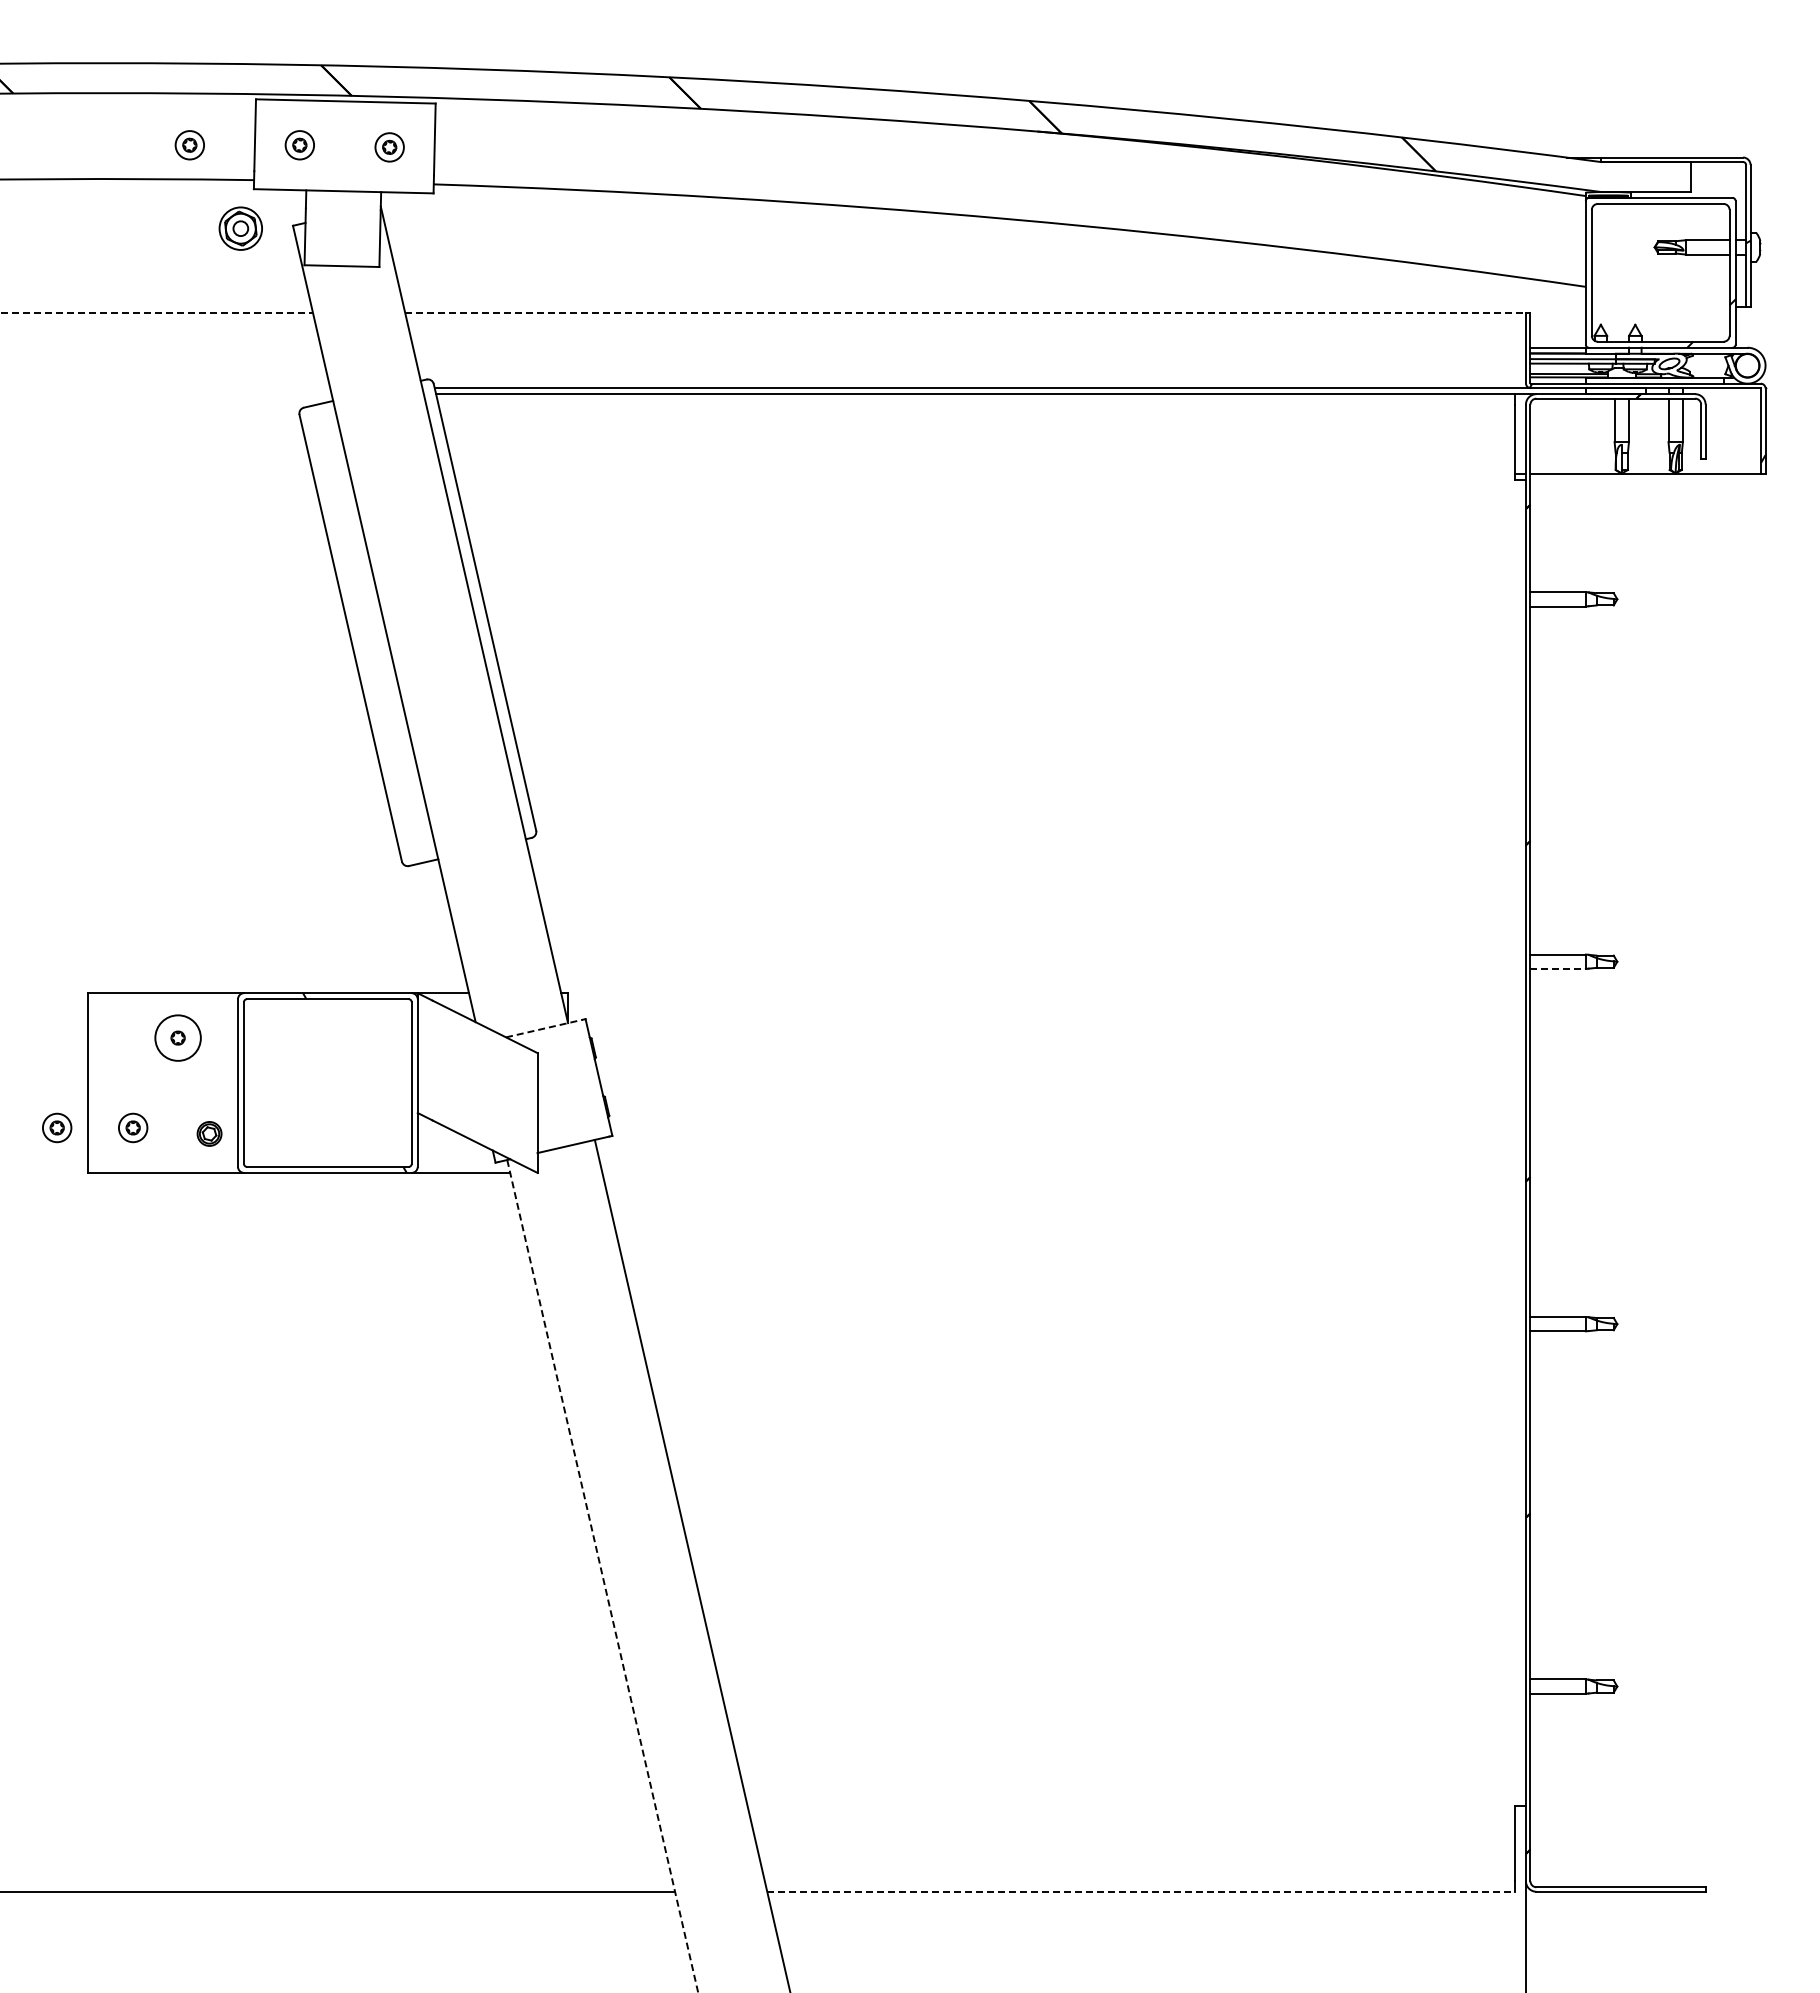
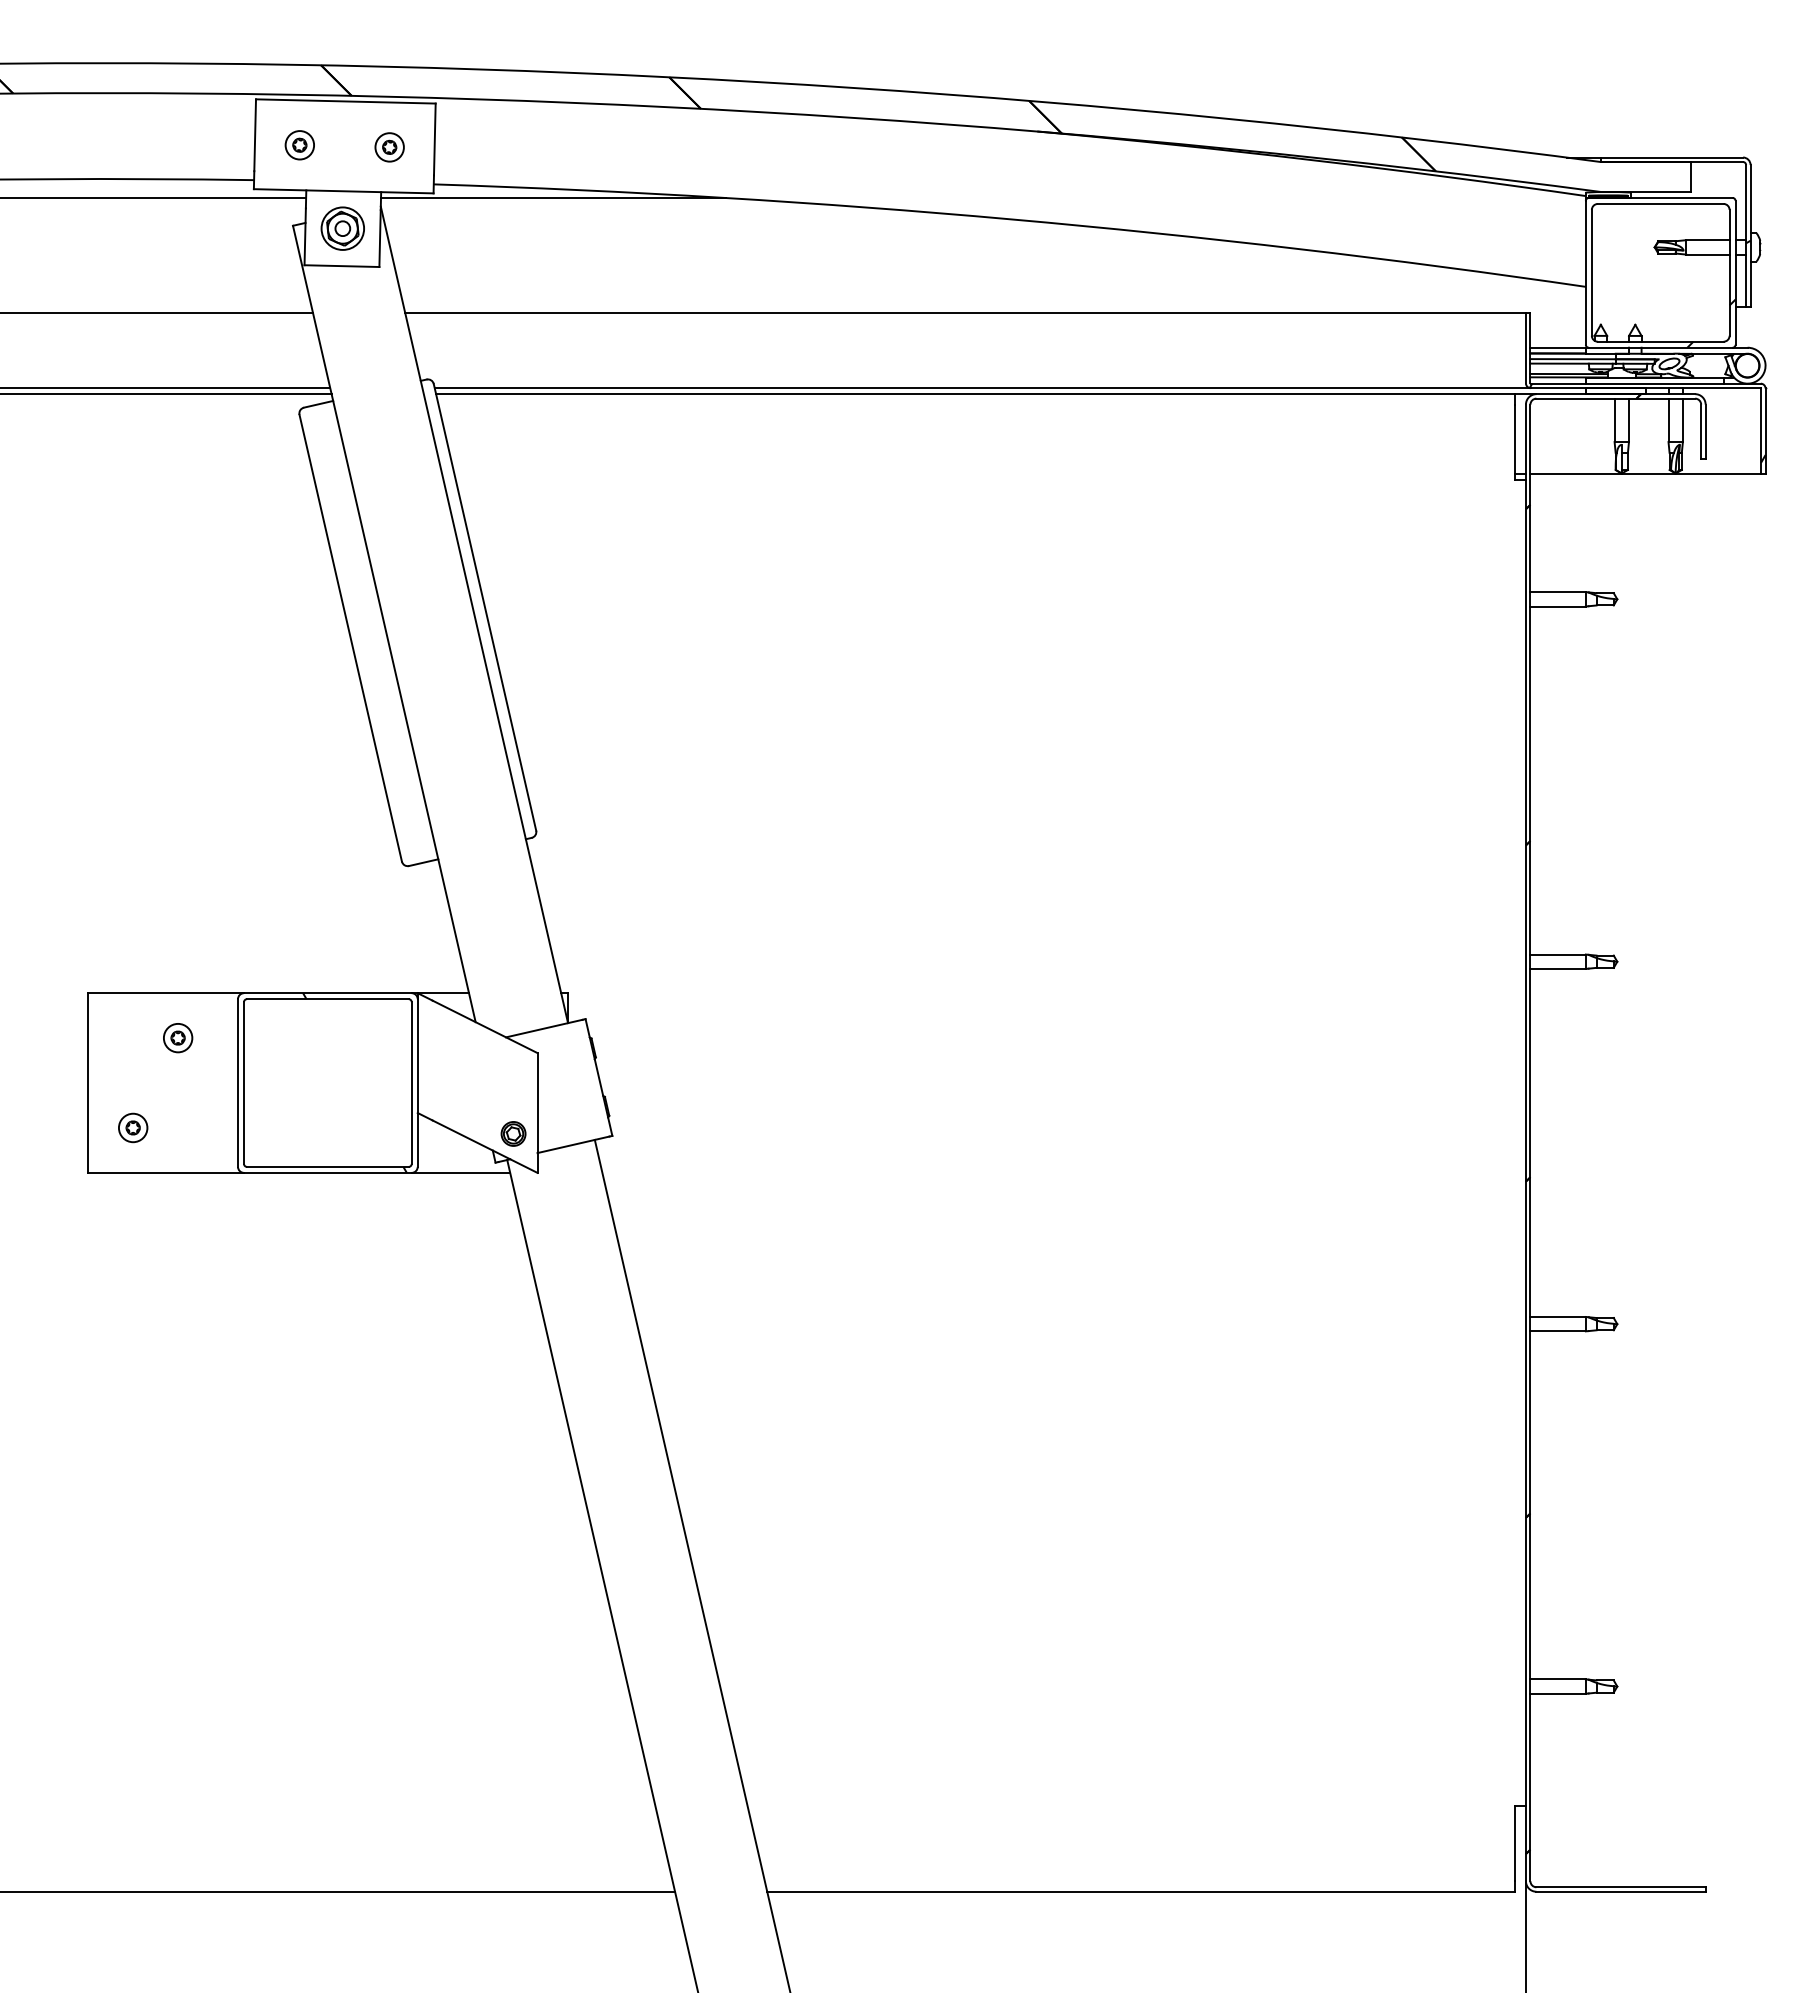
part at (189, 145): present -> none
line at (154, 197): none -> present
line at (553, 197): none -> present
part at (240, 228) position: (240, 228) -> (342, 228)
line at (157, 313): dashed -> solid
line at (966, 313): dashed -> solid
line at (166, 388): none -> present
line at (166, 394): none -> present
line at (1558, 968): dashed -> solid
line at (544, 1028): dashed -> solid
circle at (177, 1037) diameter: 46 px -> 28 px
part at (57, 1127): present -> none
part at (209, 1133) position: (209, 1133) -> (513, 1133)
line at (602, 1576): dashed -> solid
line at (1141, 1891): dashed -> solid
